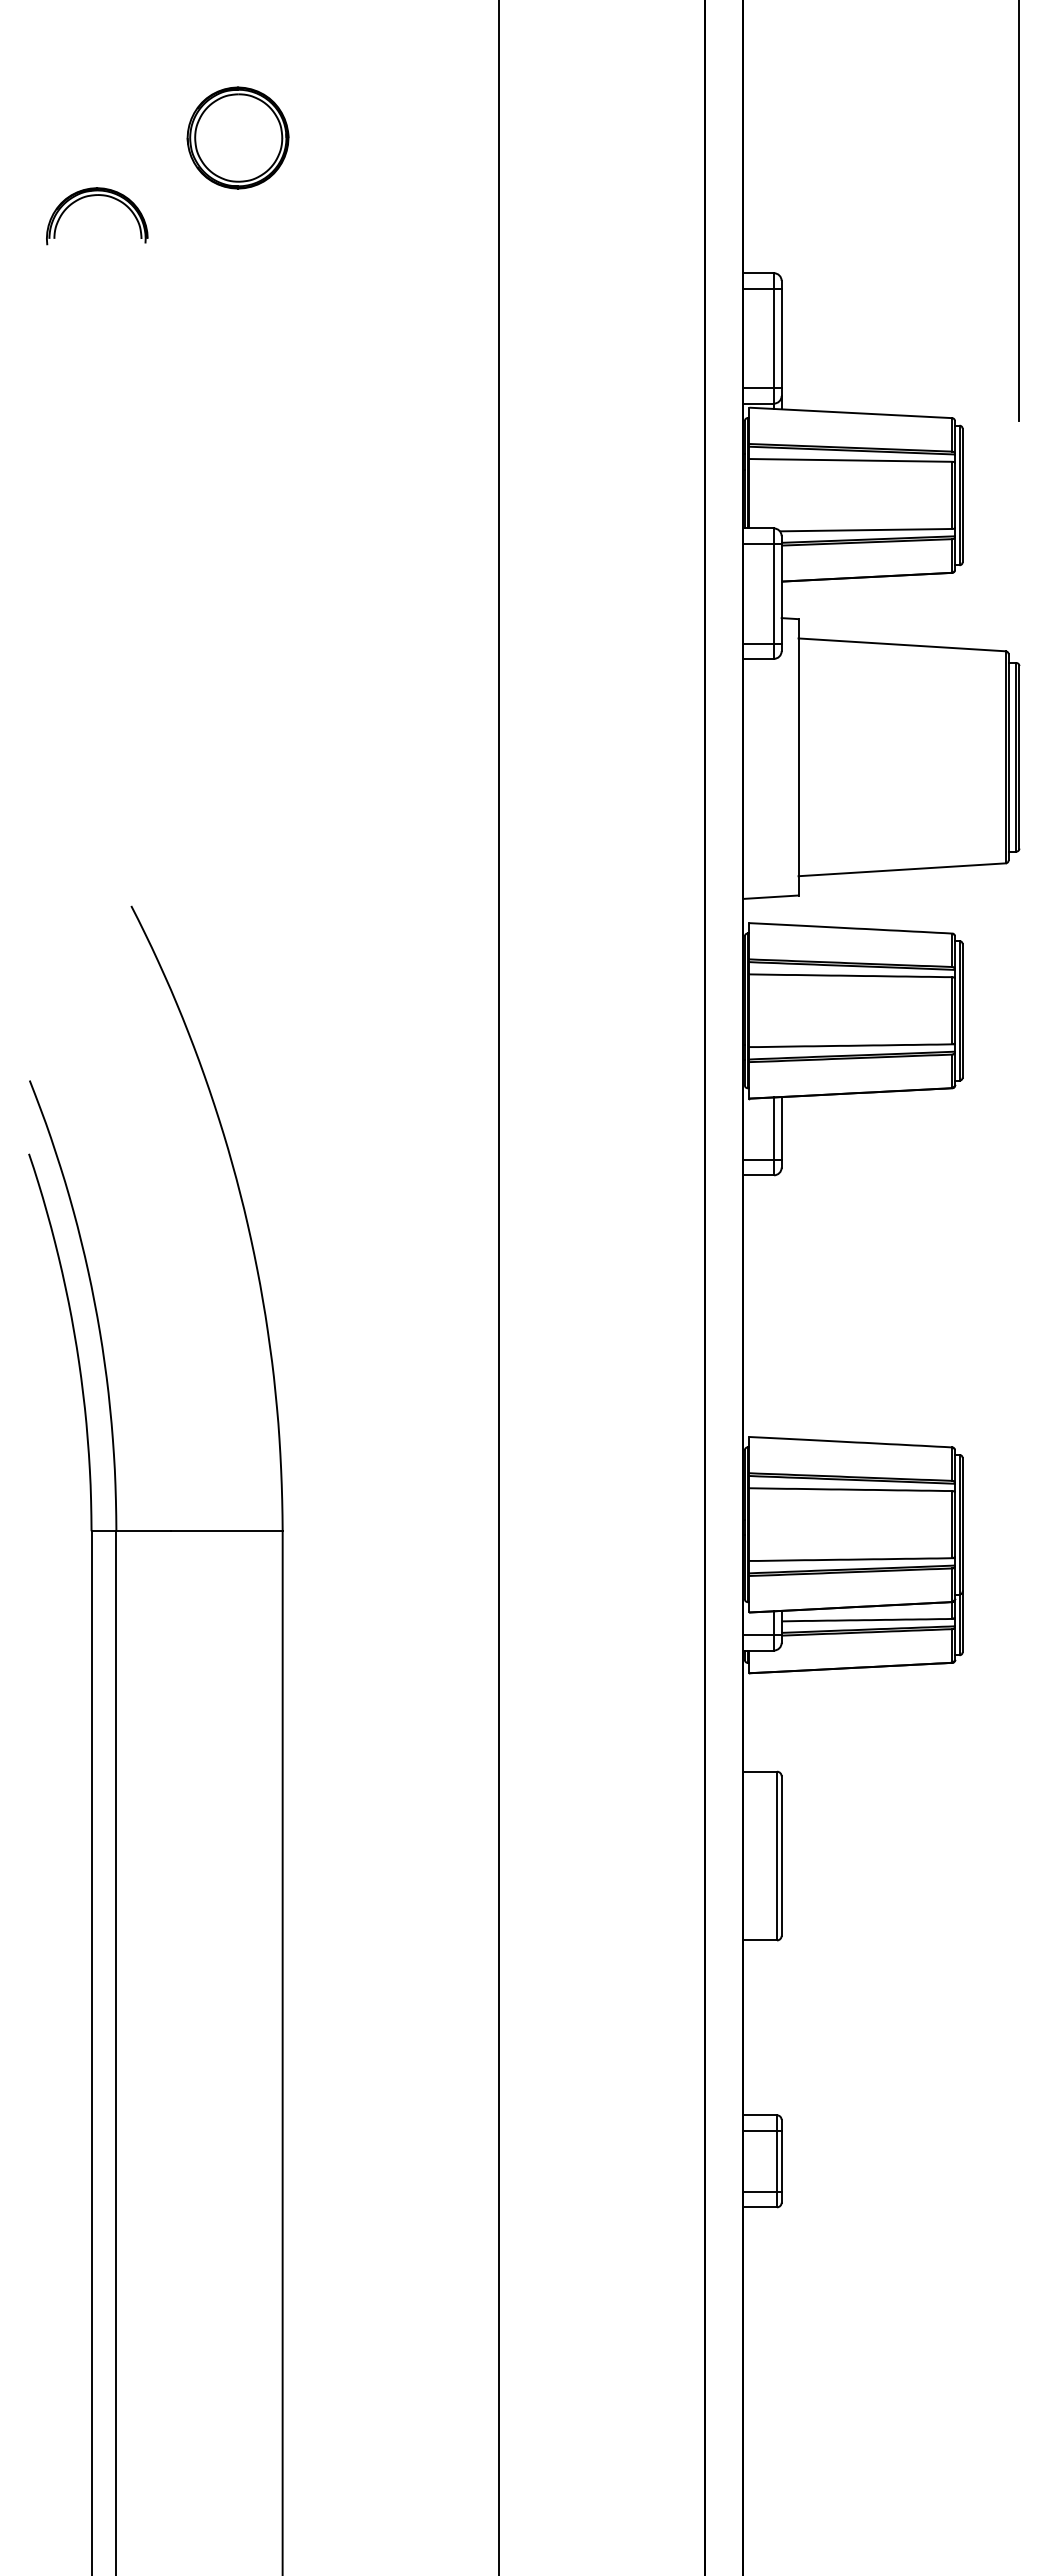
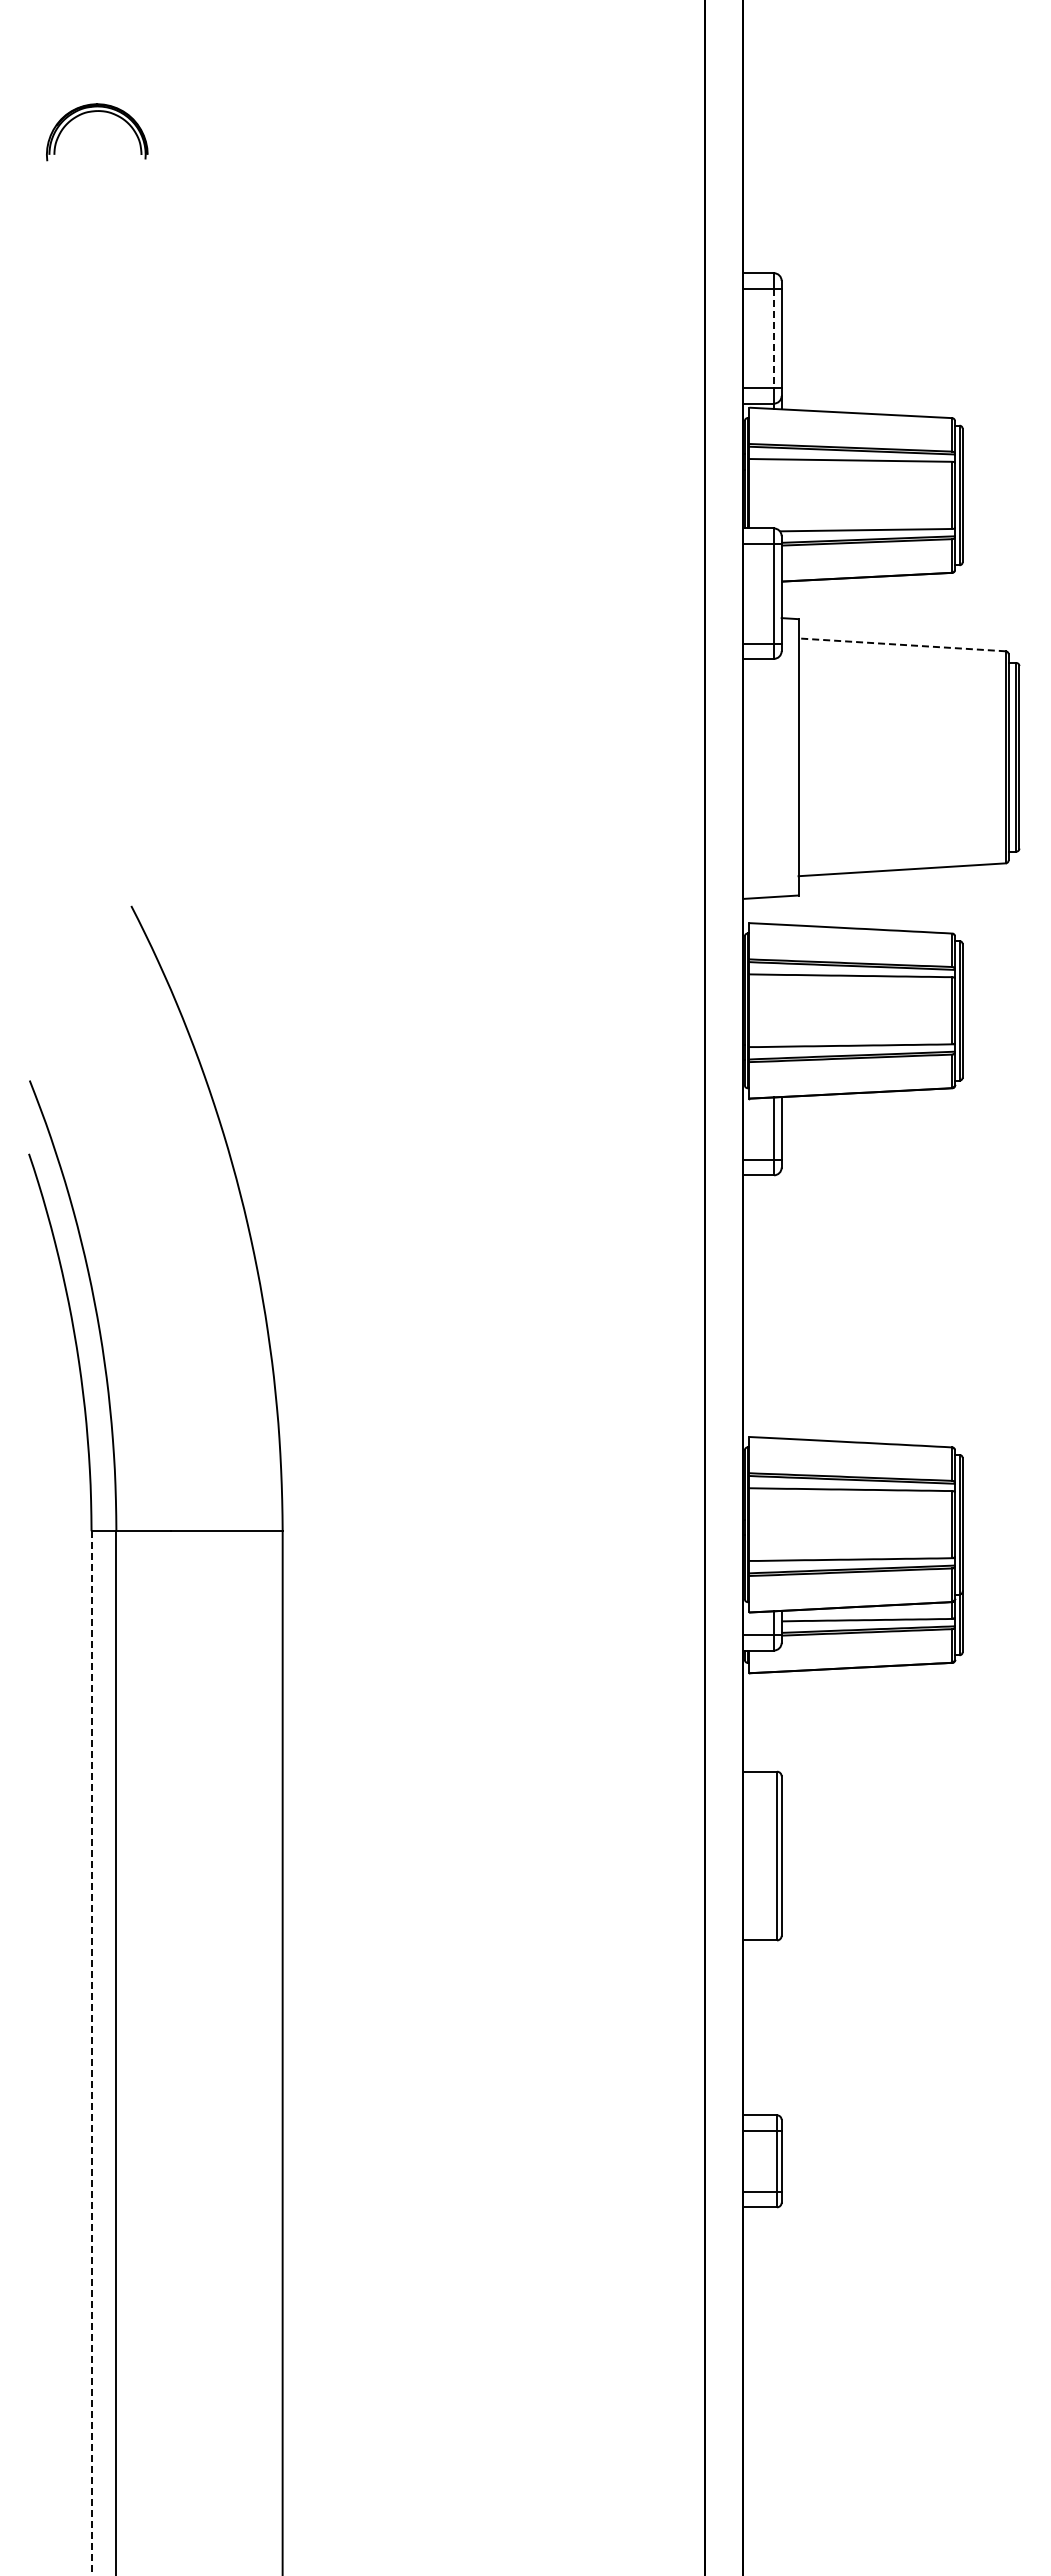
part at (237, 137): present -> none
part at (94, 196) position: (94, 196) -> (94, 112)
line at (1019, 211): present -> none
line at (773, 338): solid -> dashed
line at (902, 644): solid -> dashed
line at (498, 1287): present -> none
line at (91, 2054): solid -> dashed
